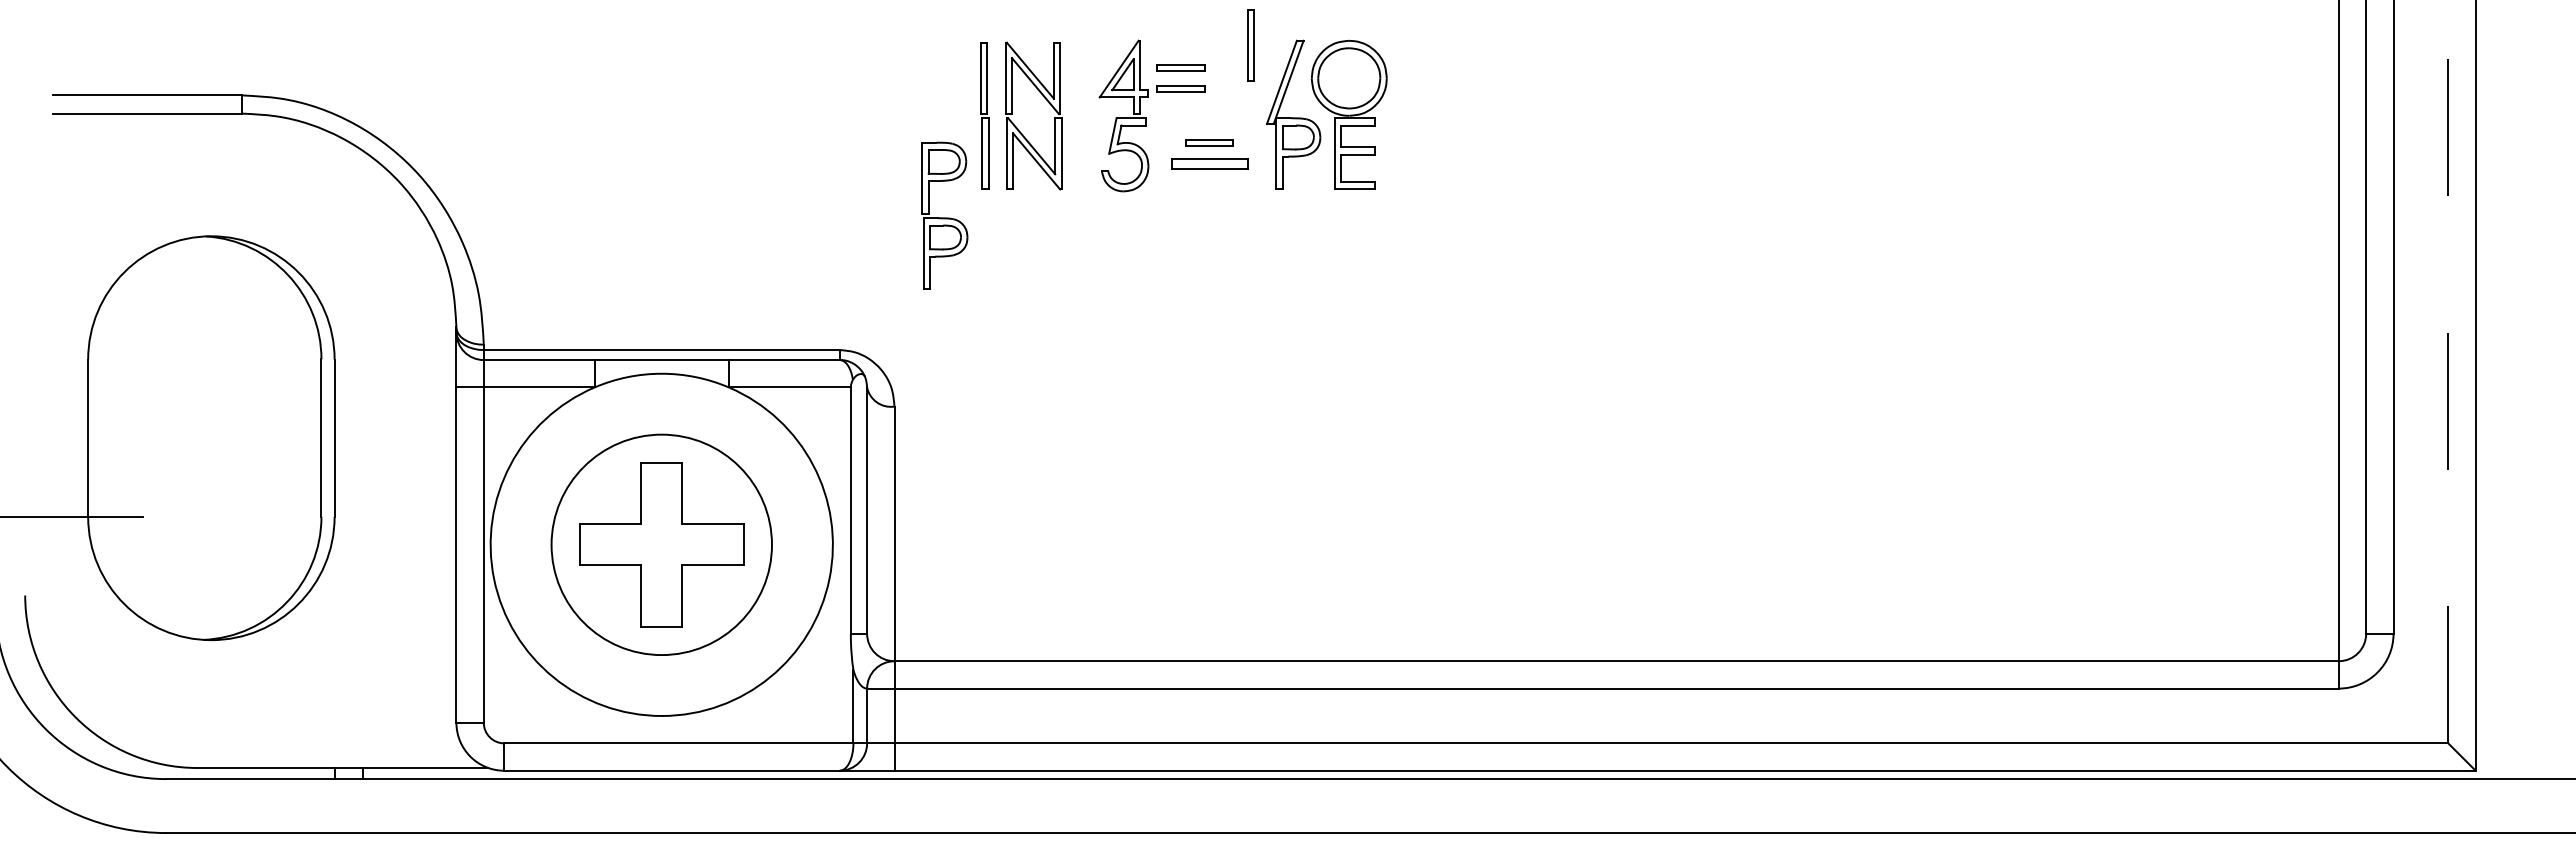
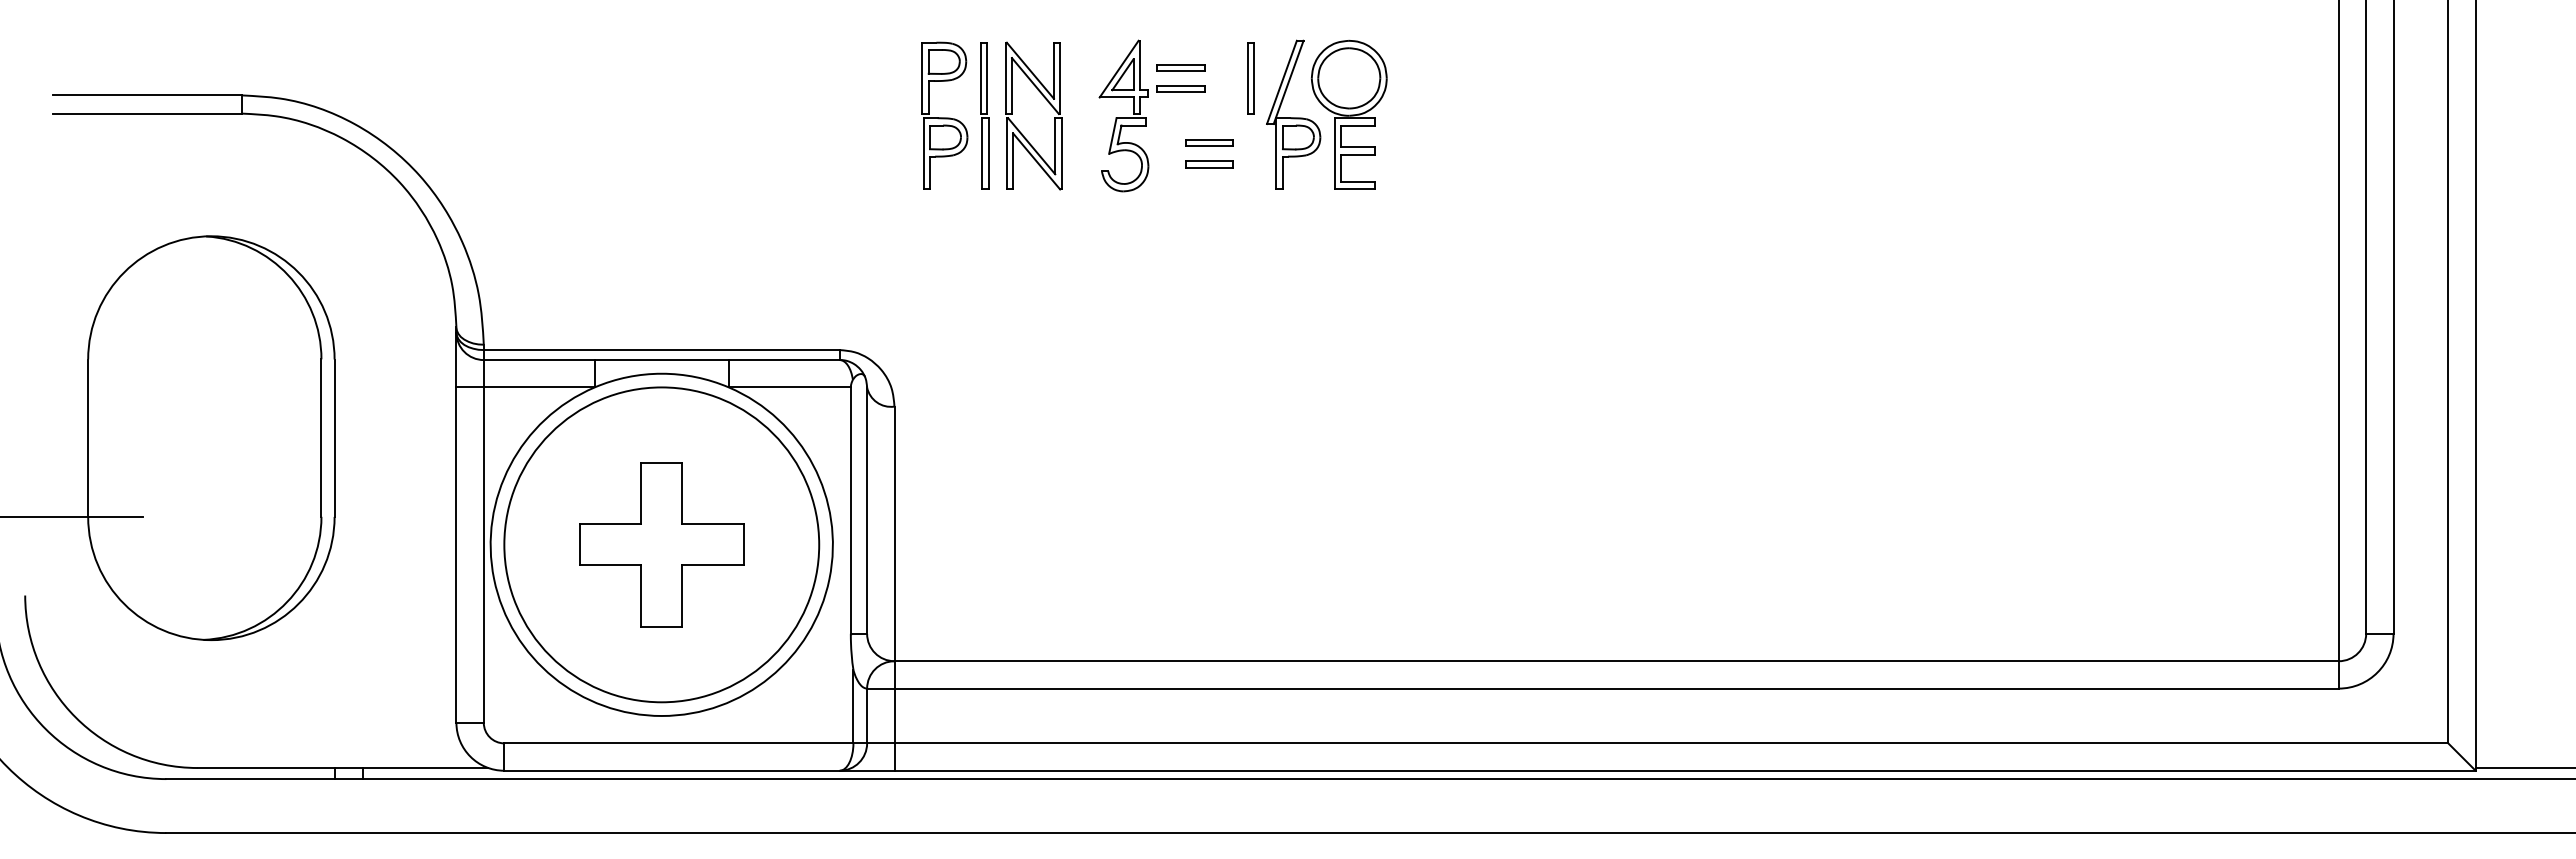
part at (1250, 45) position: (1250, 45) -> (1250, 78)
part at (1209, 163) size: 78x12 px -> 49x9 px
part at (944, 215) position: (944, 215) -> (944, 115)
line at (2448, 371): dashed -> solid
circle at (661, 544) diameter: 220 px -> 315 px
line at (2523, 768): none -> present
